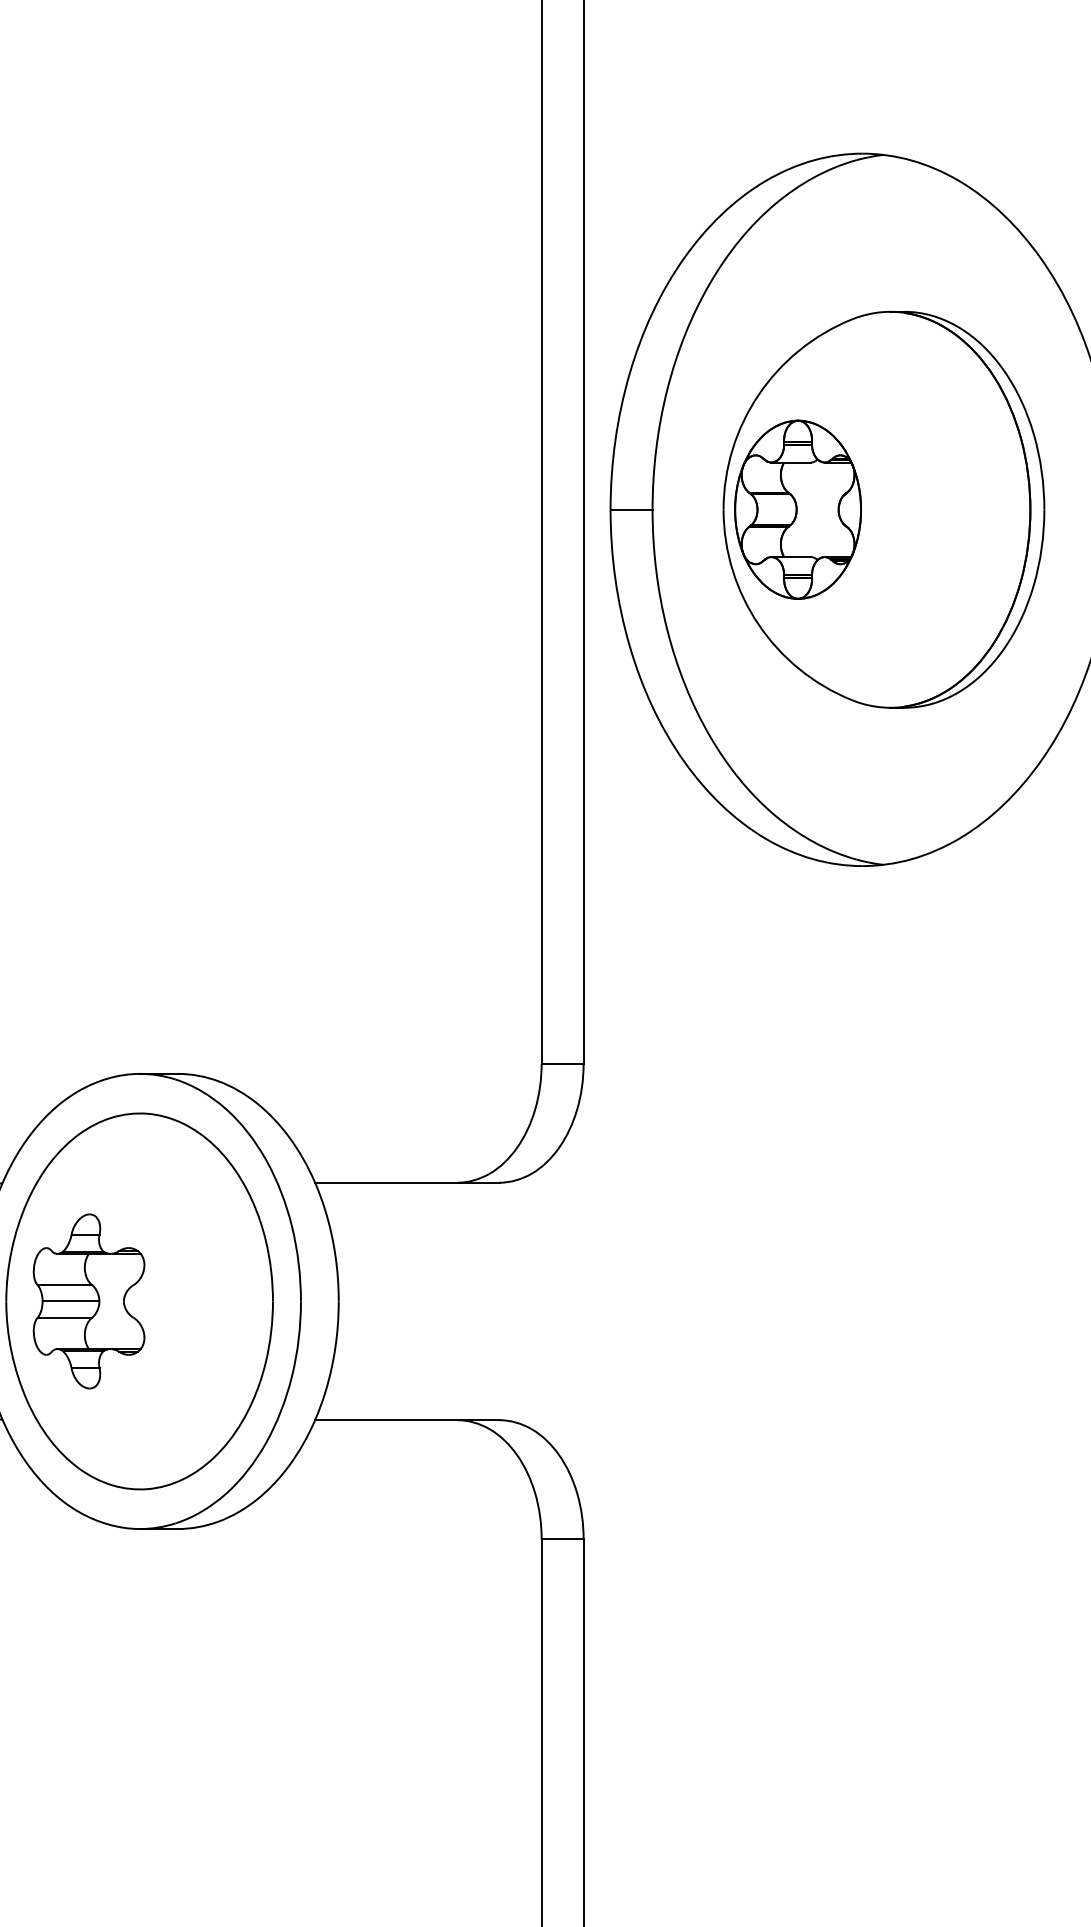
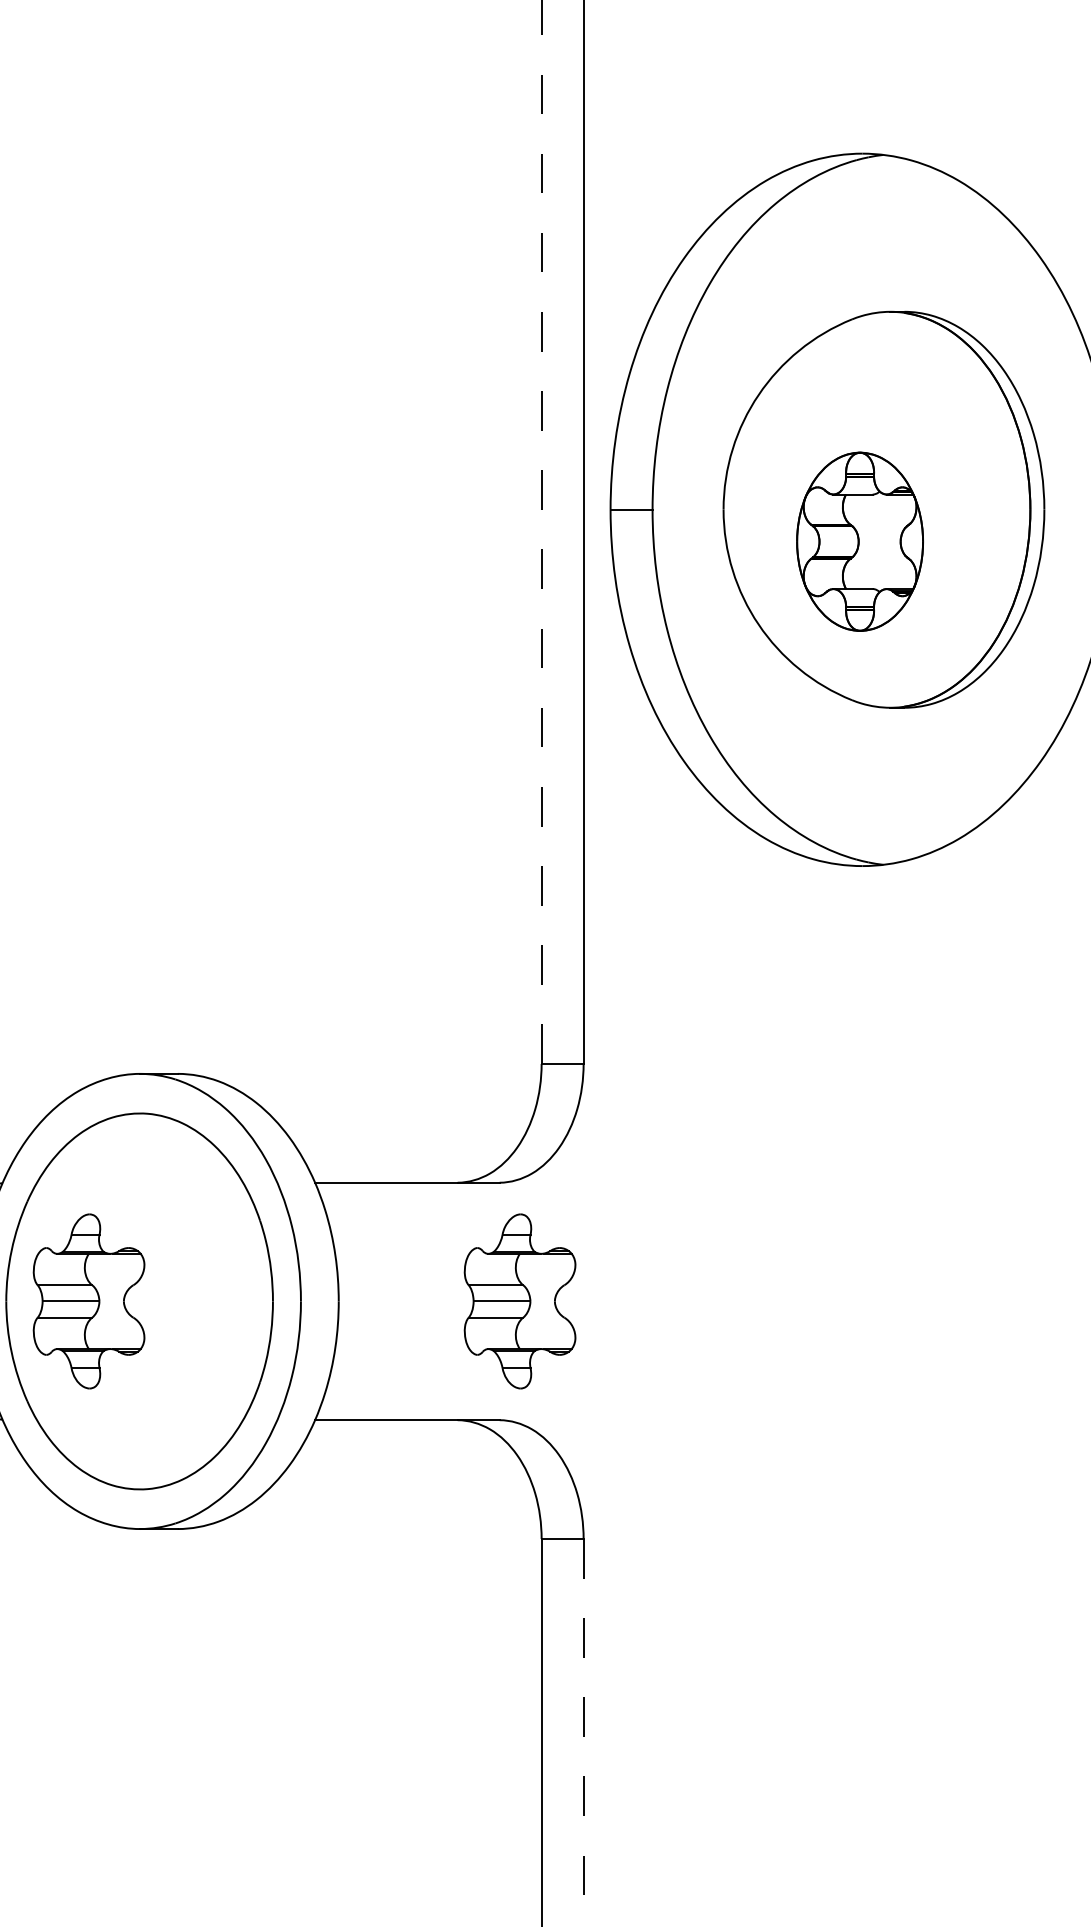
part at (797, 509) position: (797, 509) -> (859, 541)
line at (541, 532): solid -> dashed
part at (519, 1301): none -> present
line at (583, 1732): solid -> dashed
